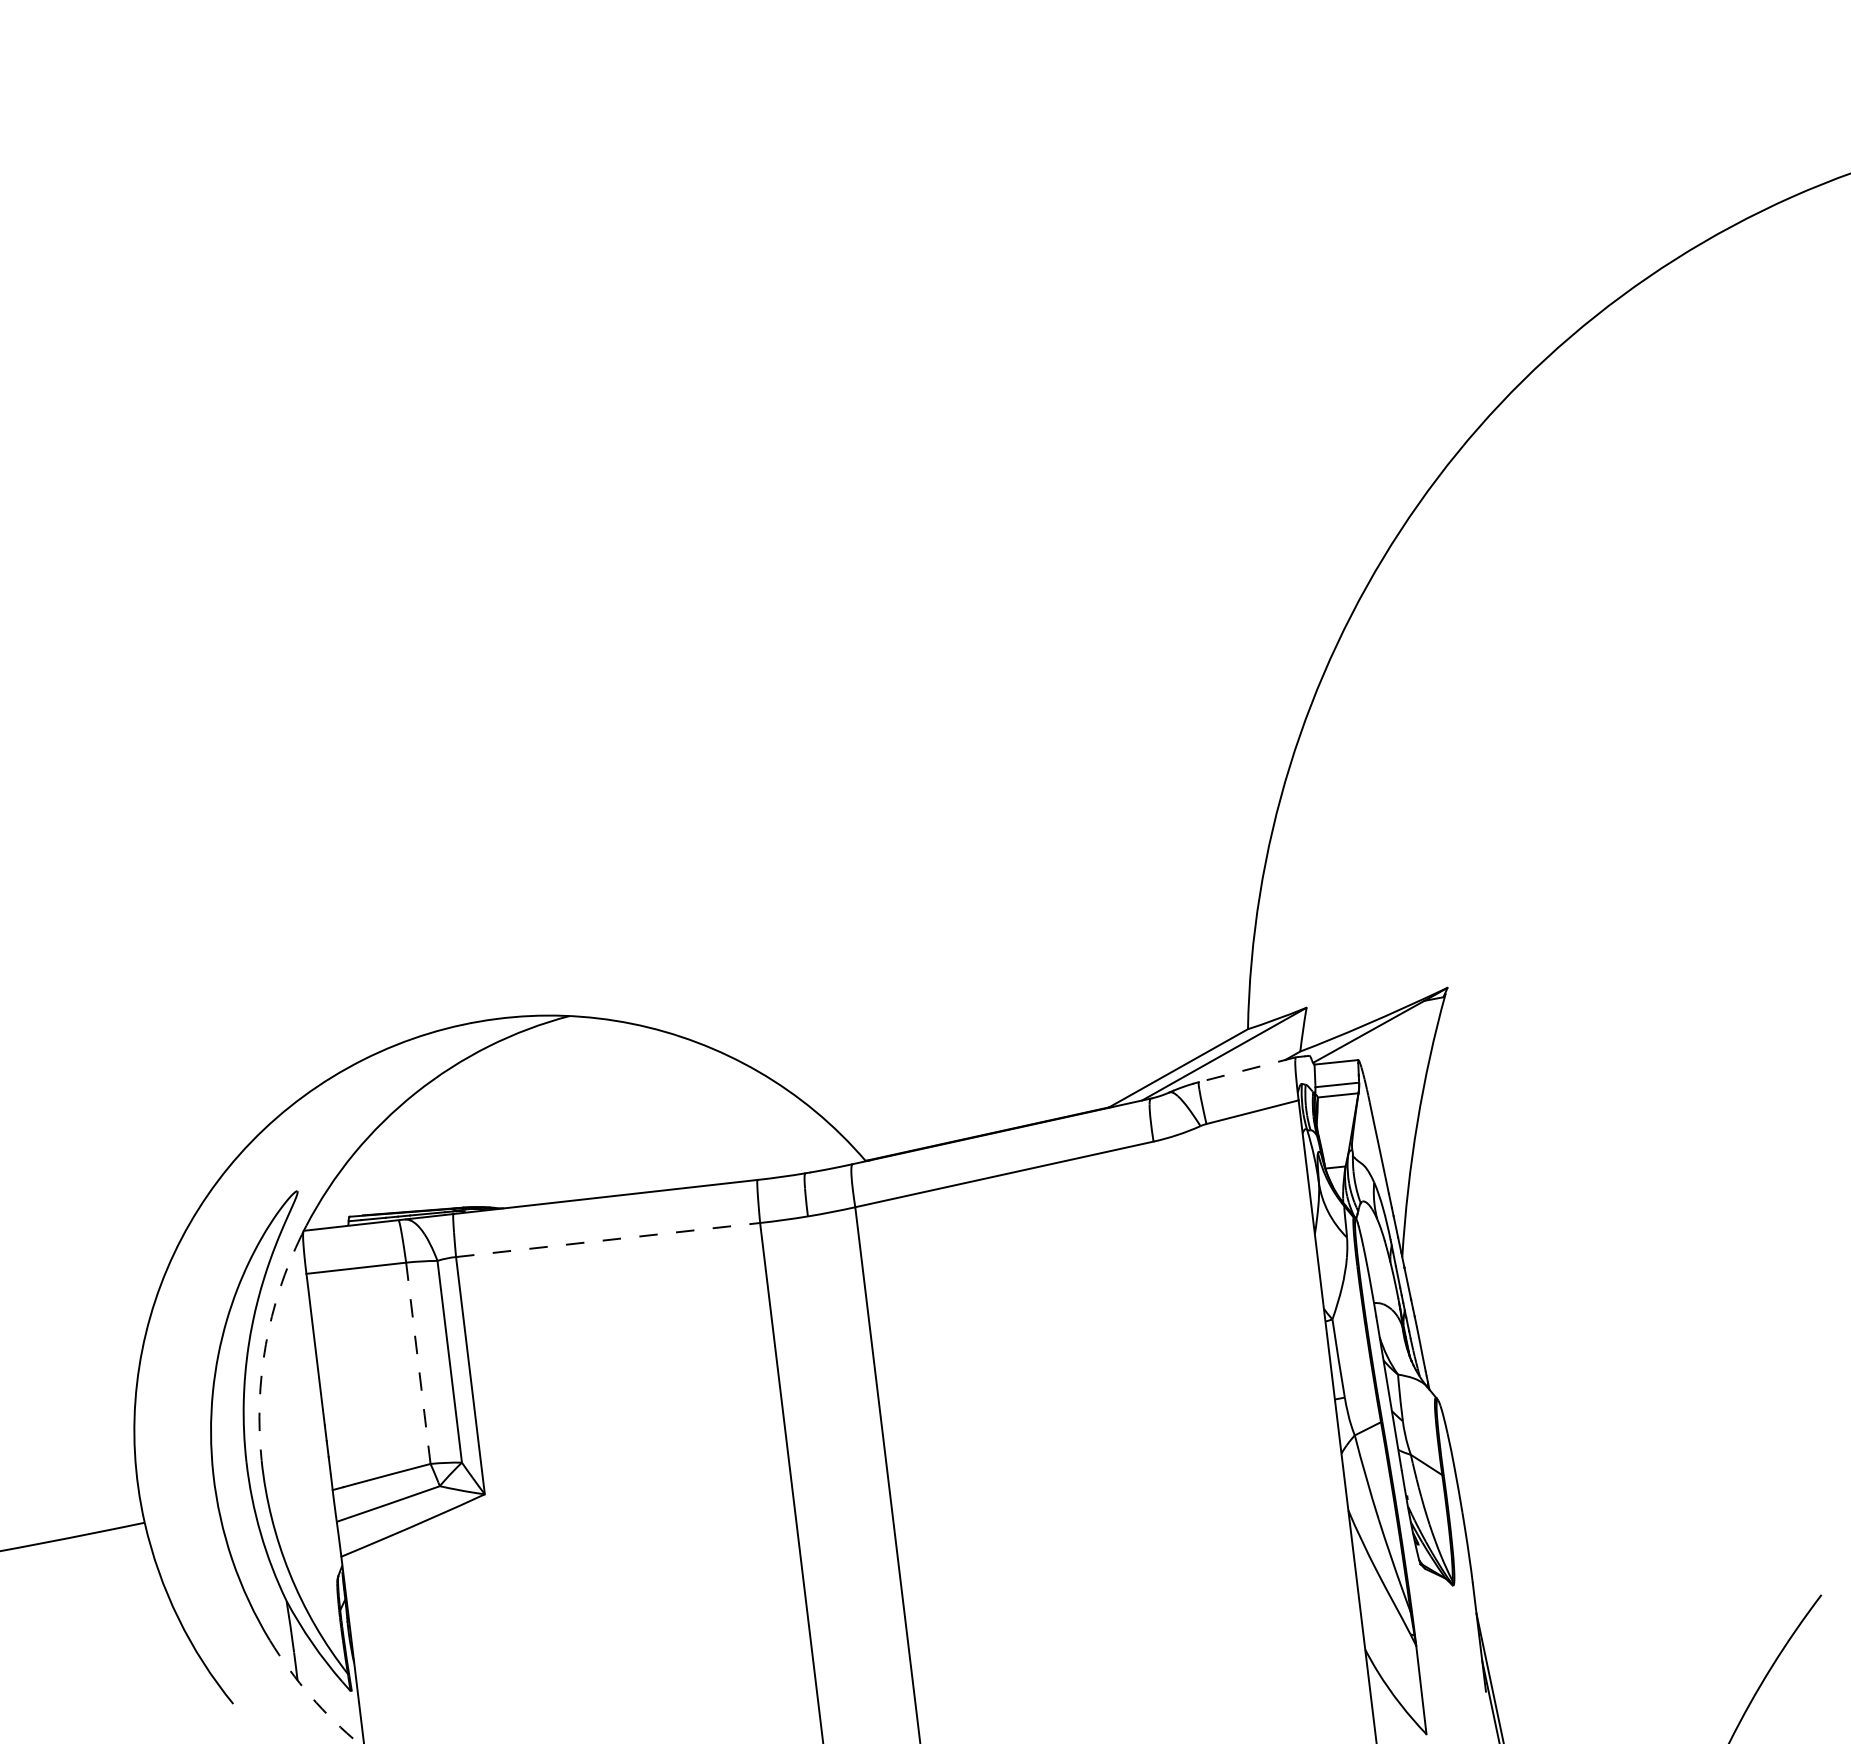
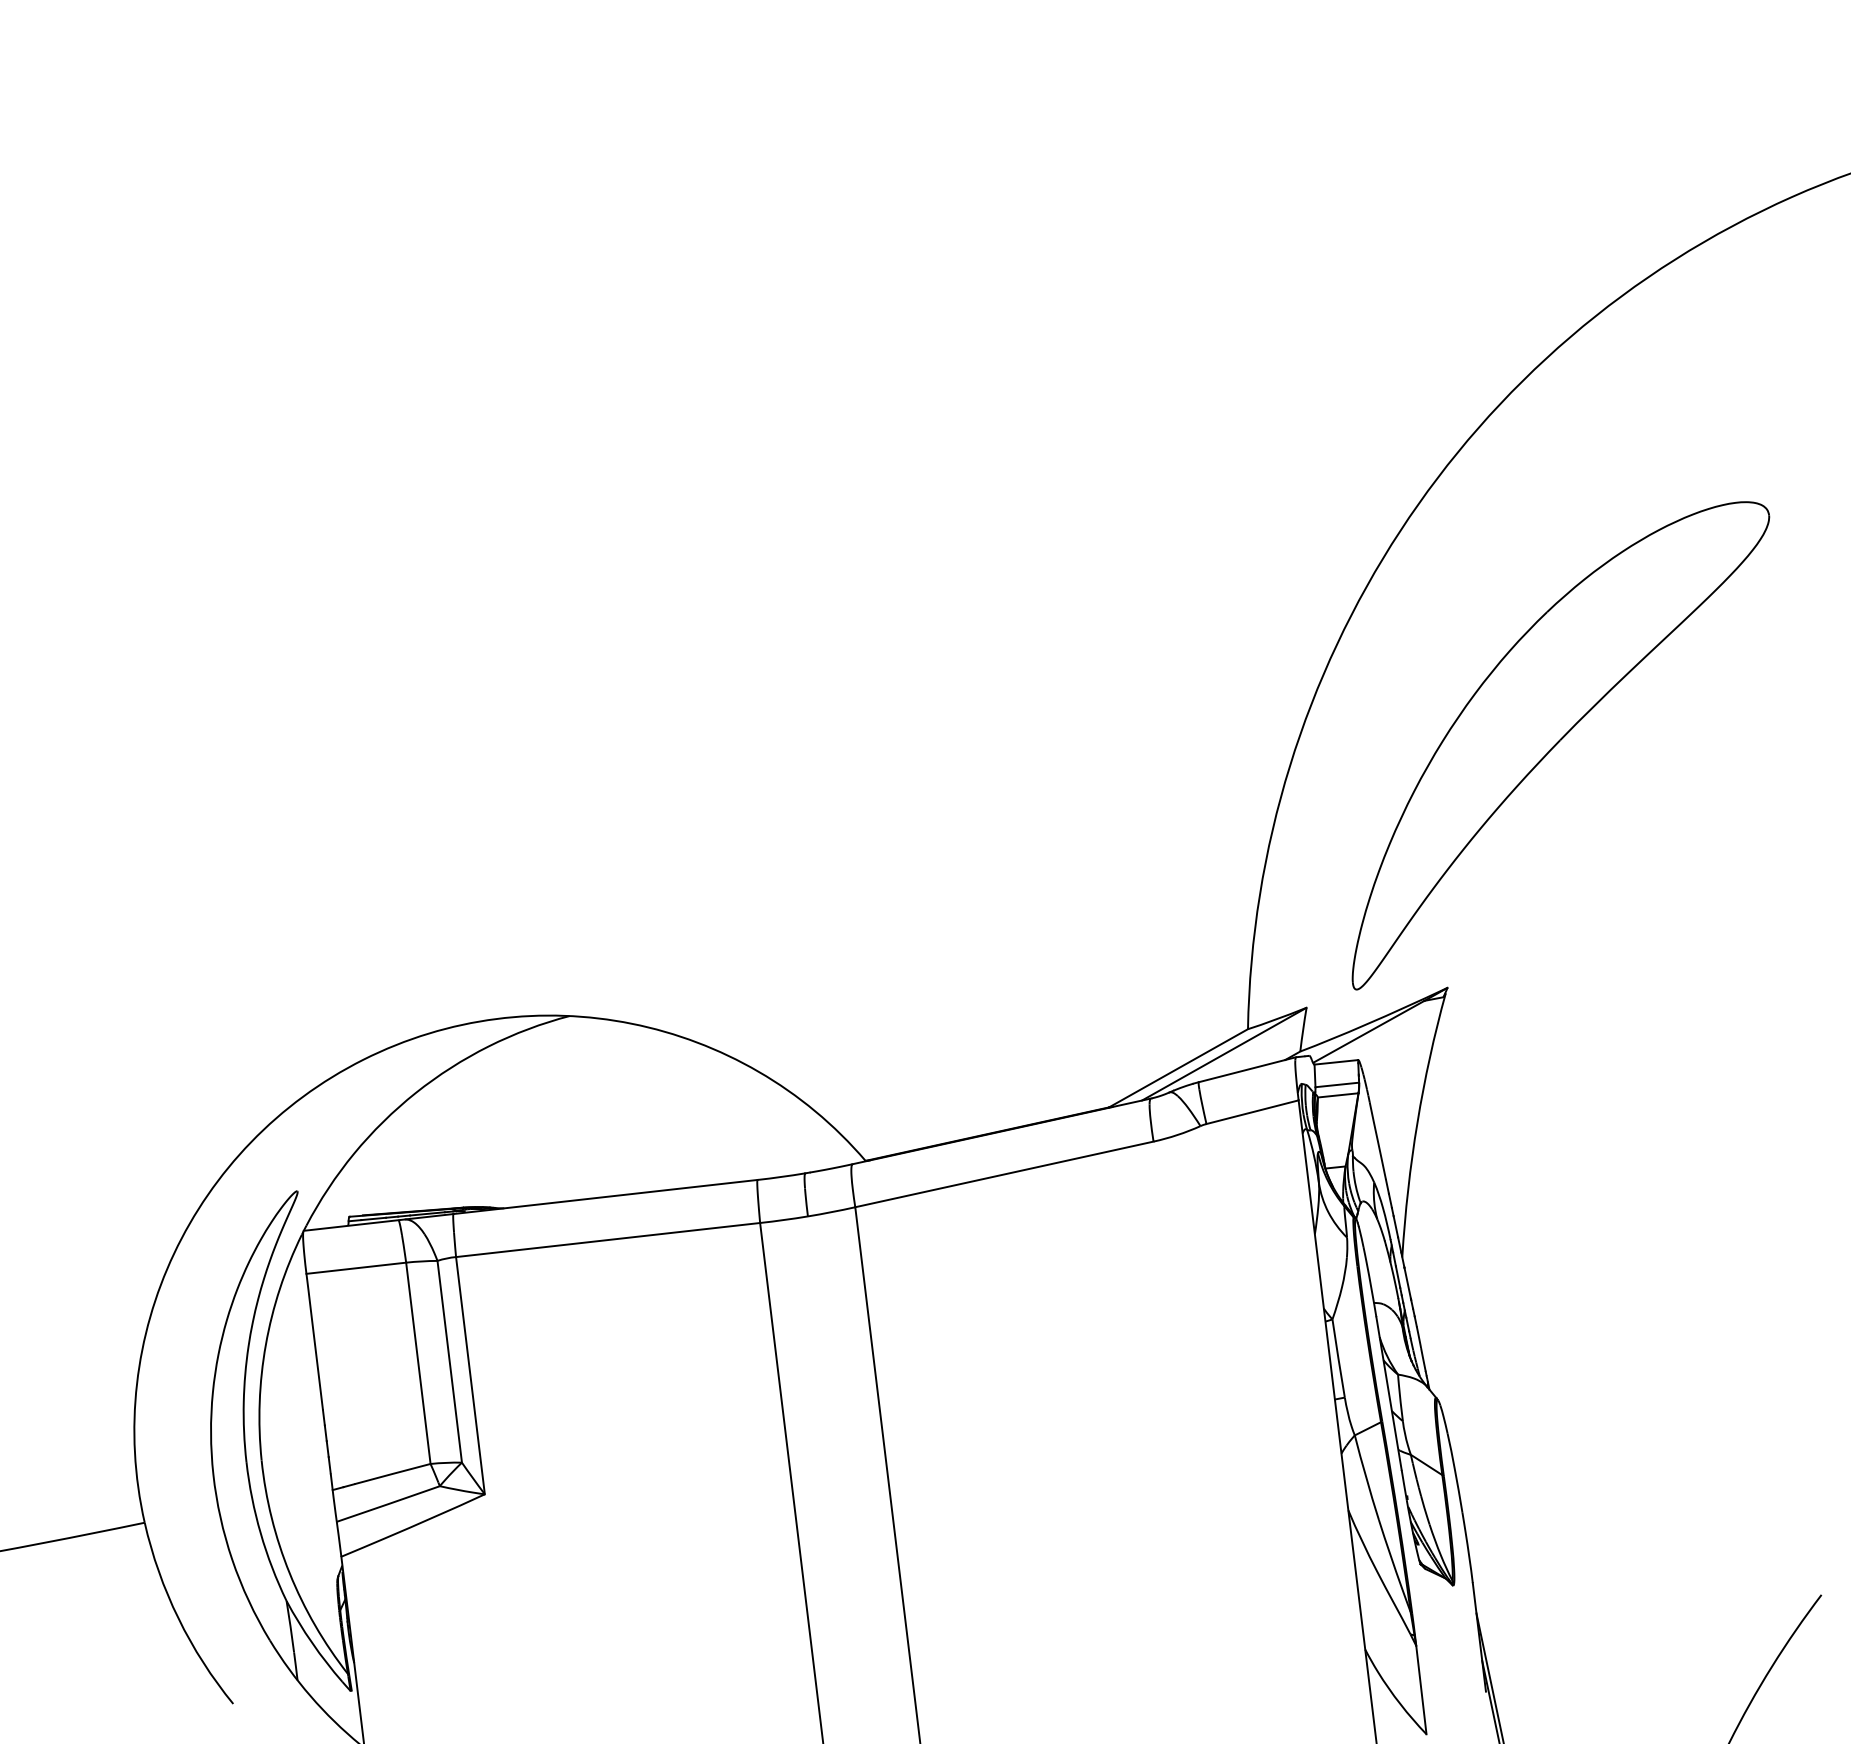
part at (1560, 745): none -> present
line at (1246, 1069): dashed -> solid
line at (608, 1240): dashed -> solid
arc at (265, 1344): dashed -> solid
line at (418, 1362): dashed -> solid
arc at (310, 1696): dashed -> solid
